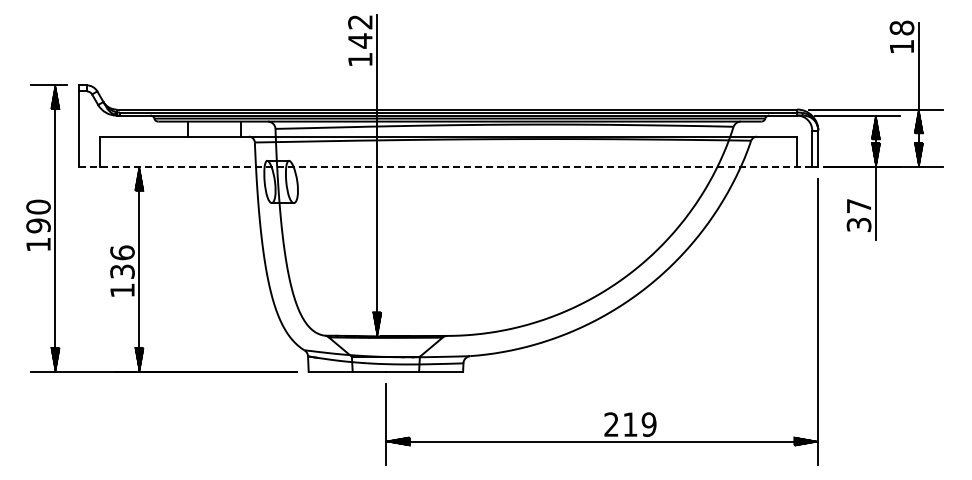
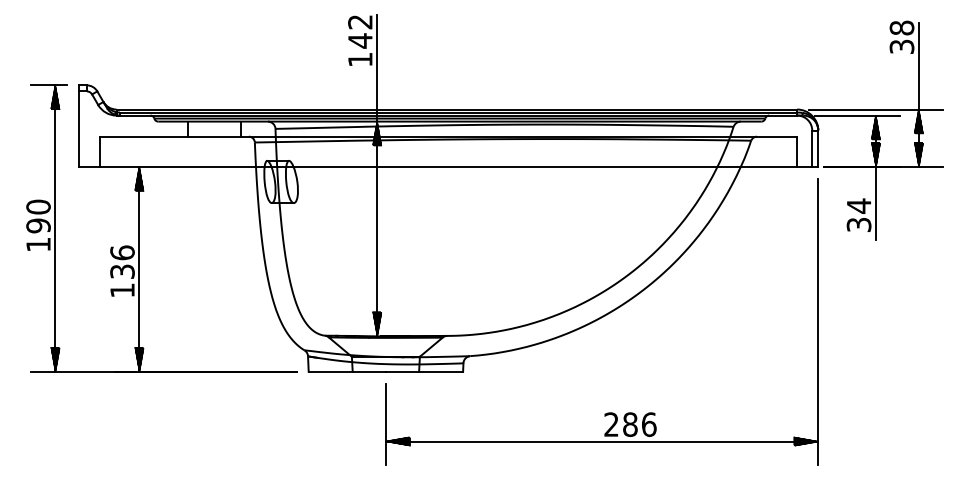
text at (901, 46): 18 -> 38
hatch at (377, 133): none -> present
line at (445, 166): dashed -> solid
text at (858, 205): 37 -> 34
text at (639, 424): 219 -> 286
